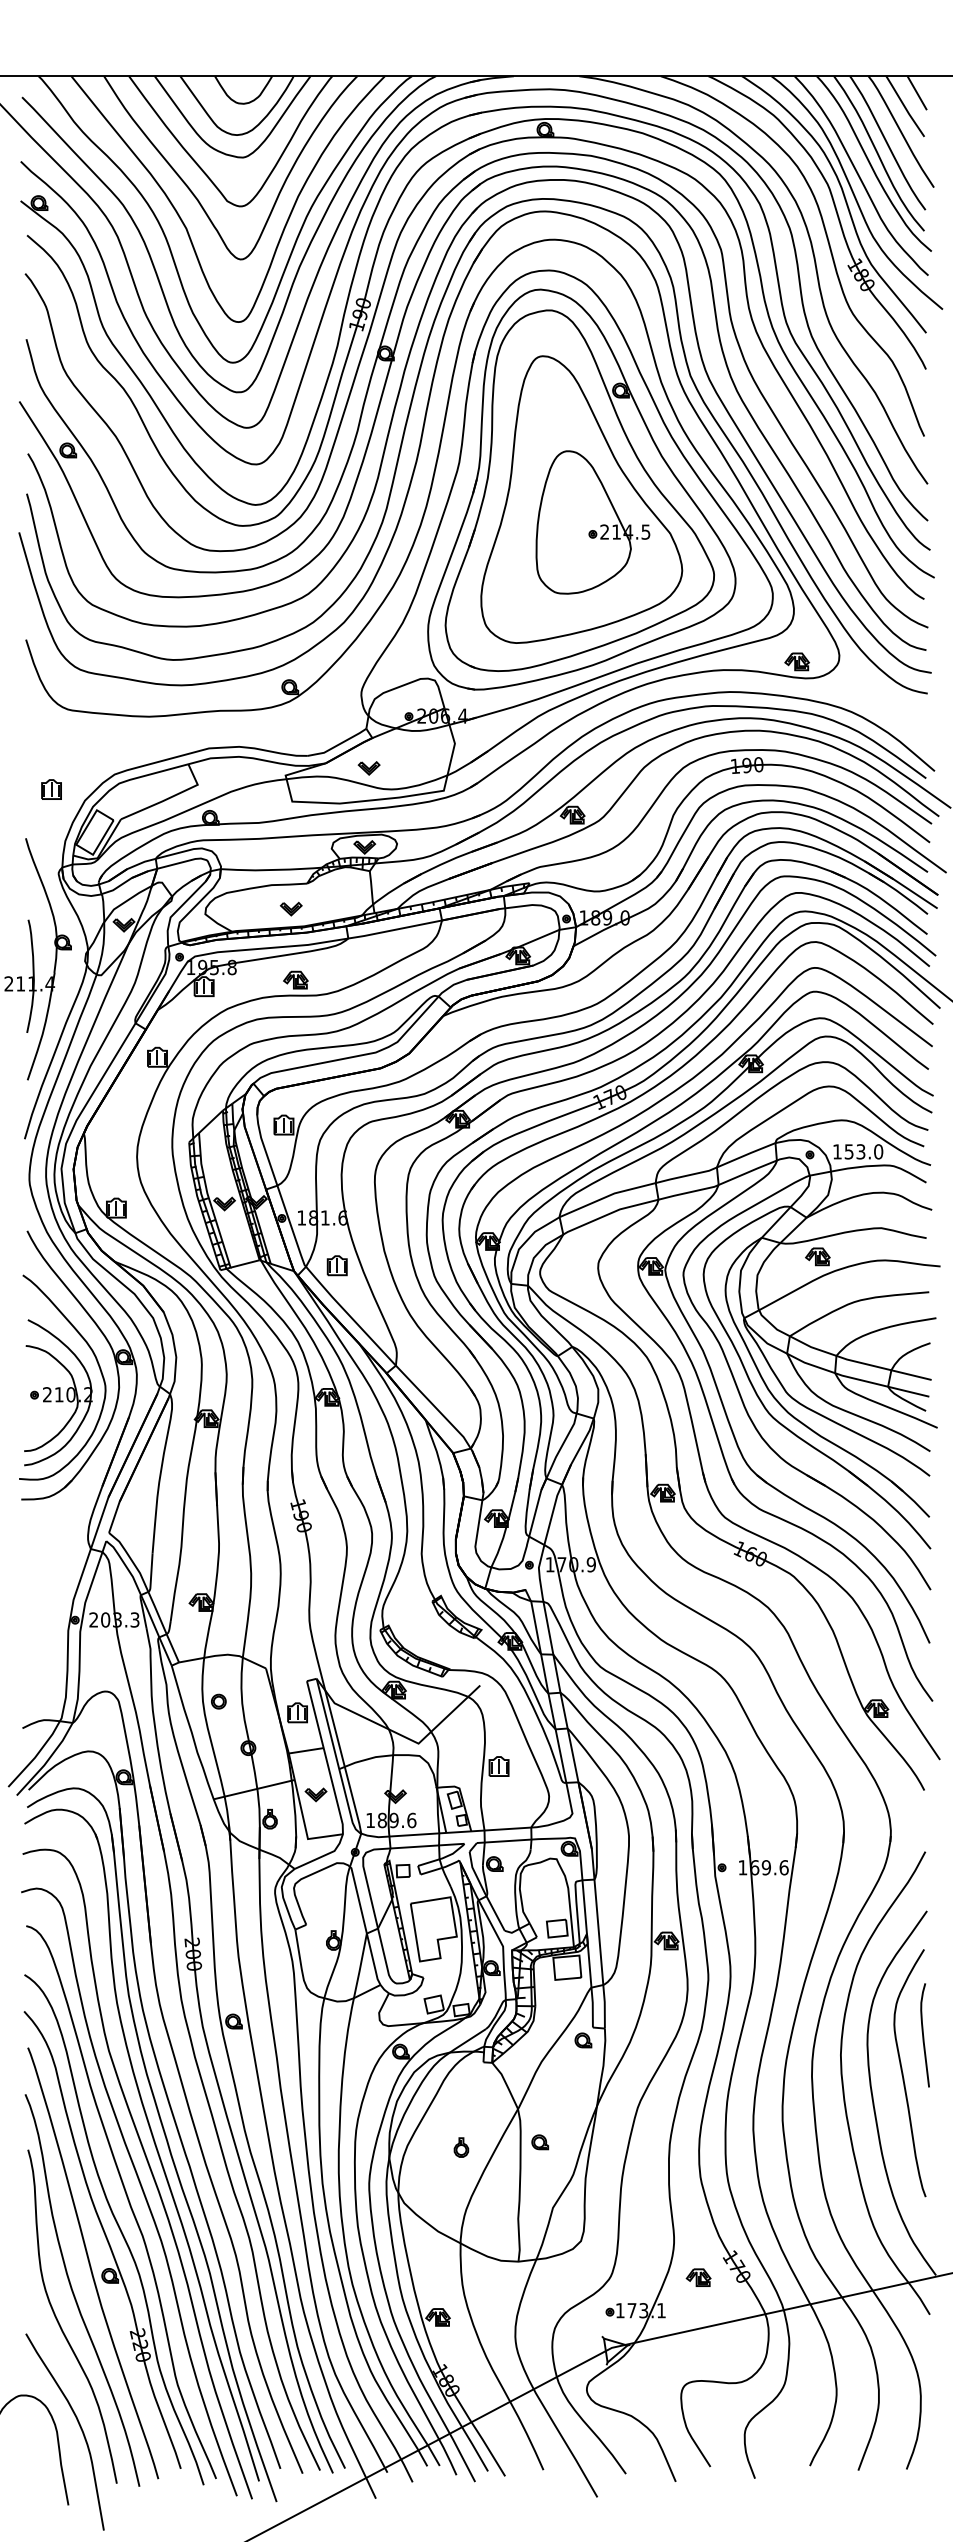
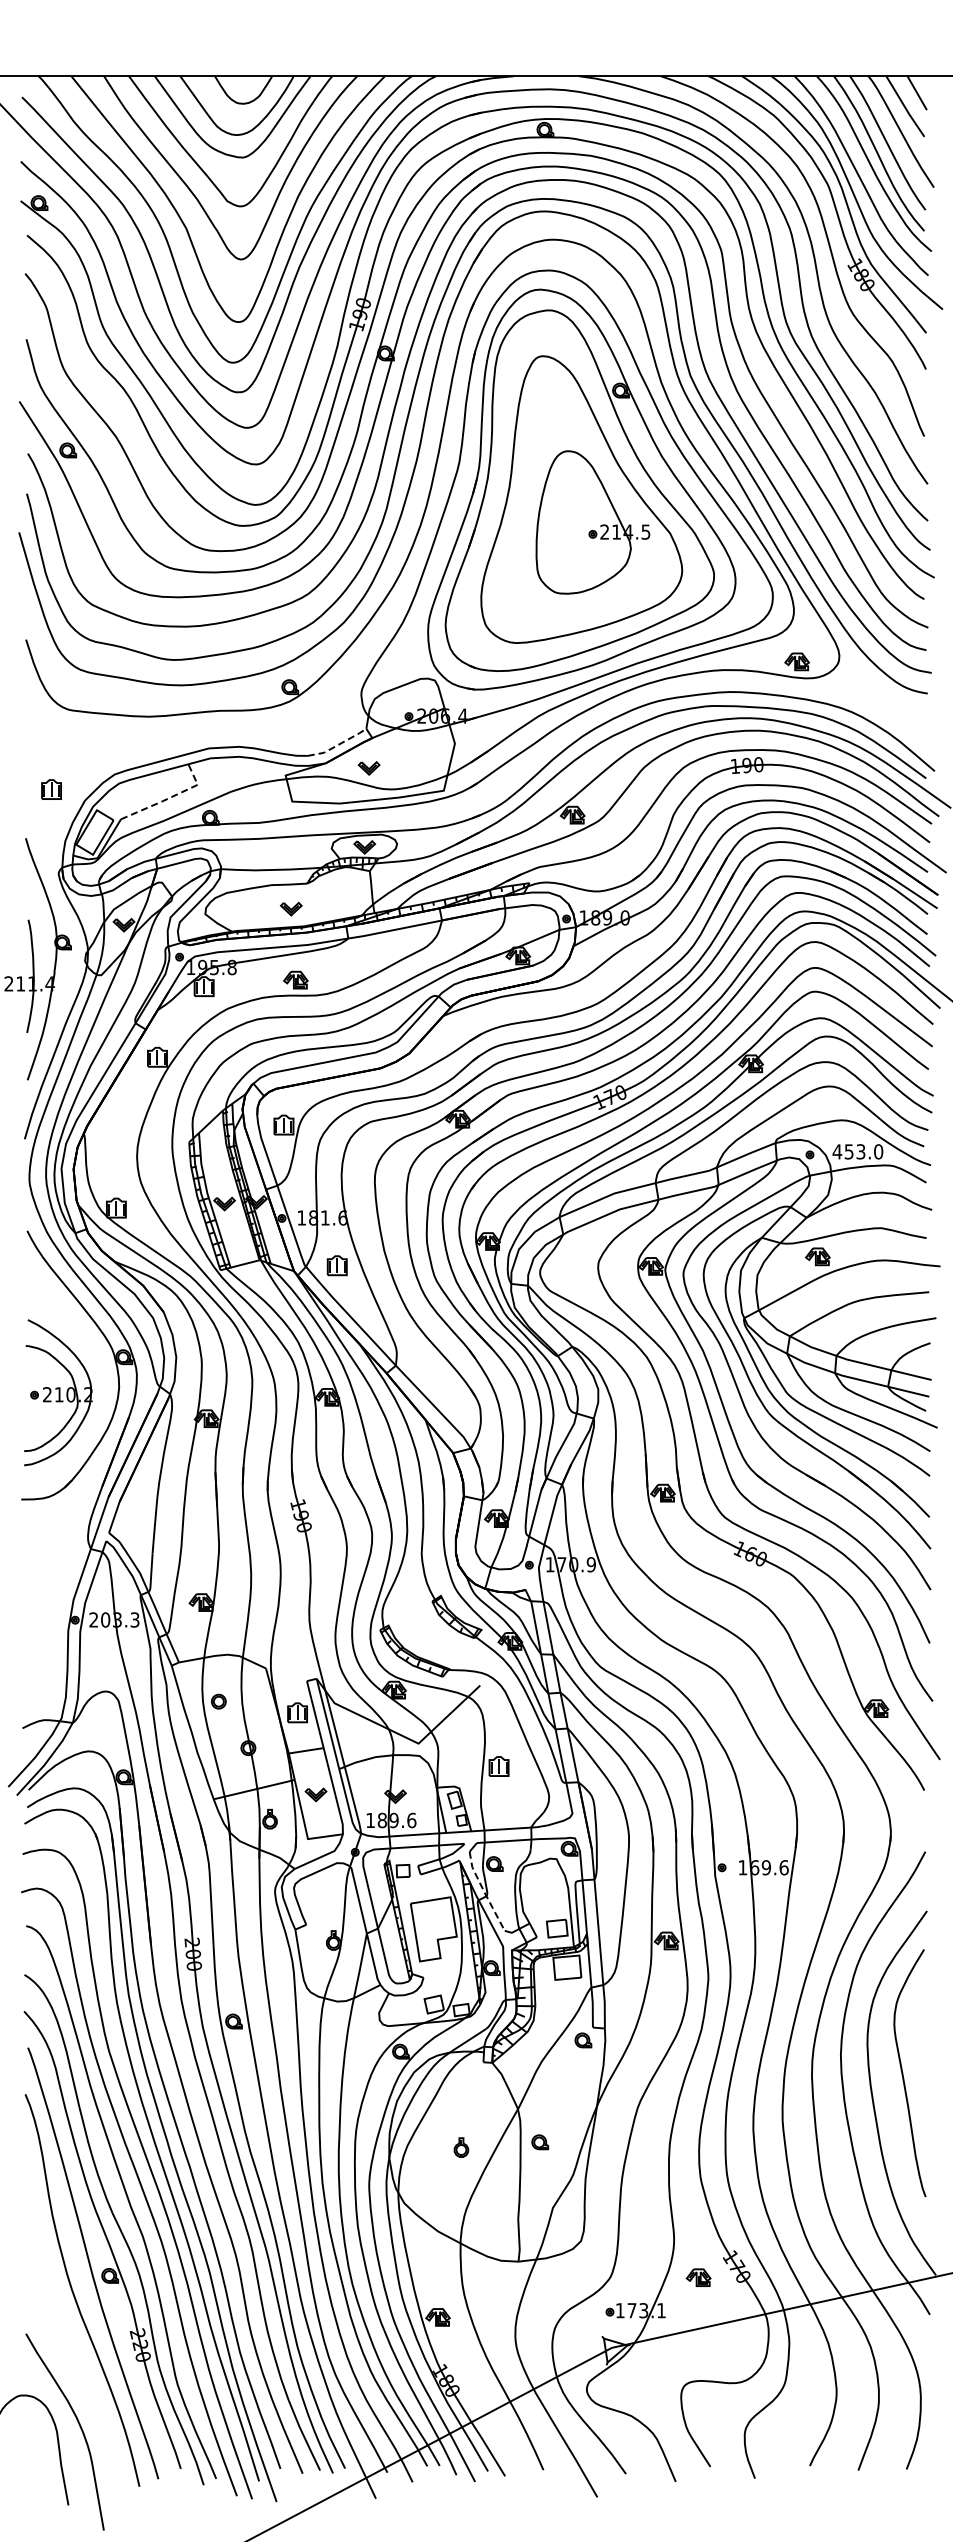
line at (338, 744): solid -> dashed
line at (169, 797): solid -> dashed
text at (837, 1151): 153.0 -> 453.0
curve at (97, 1364): present -> none
line at (484, 1892): solid -> dashed
curve at (923, 2035): present -> none
curve at (59, 2322): present -> none
